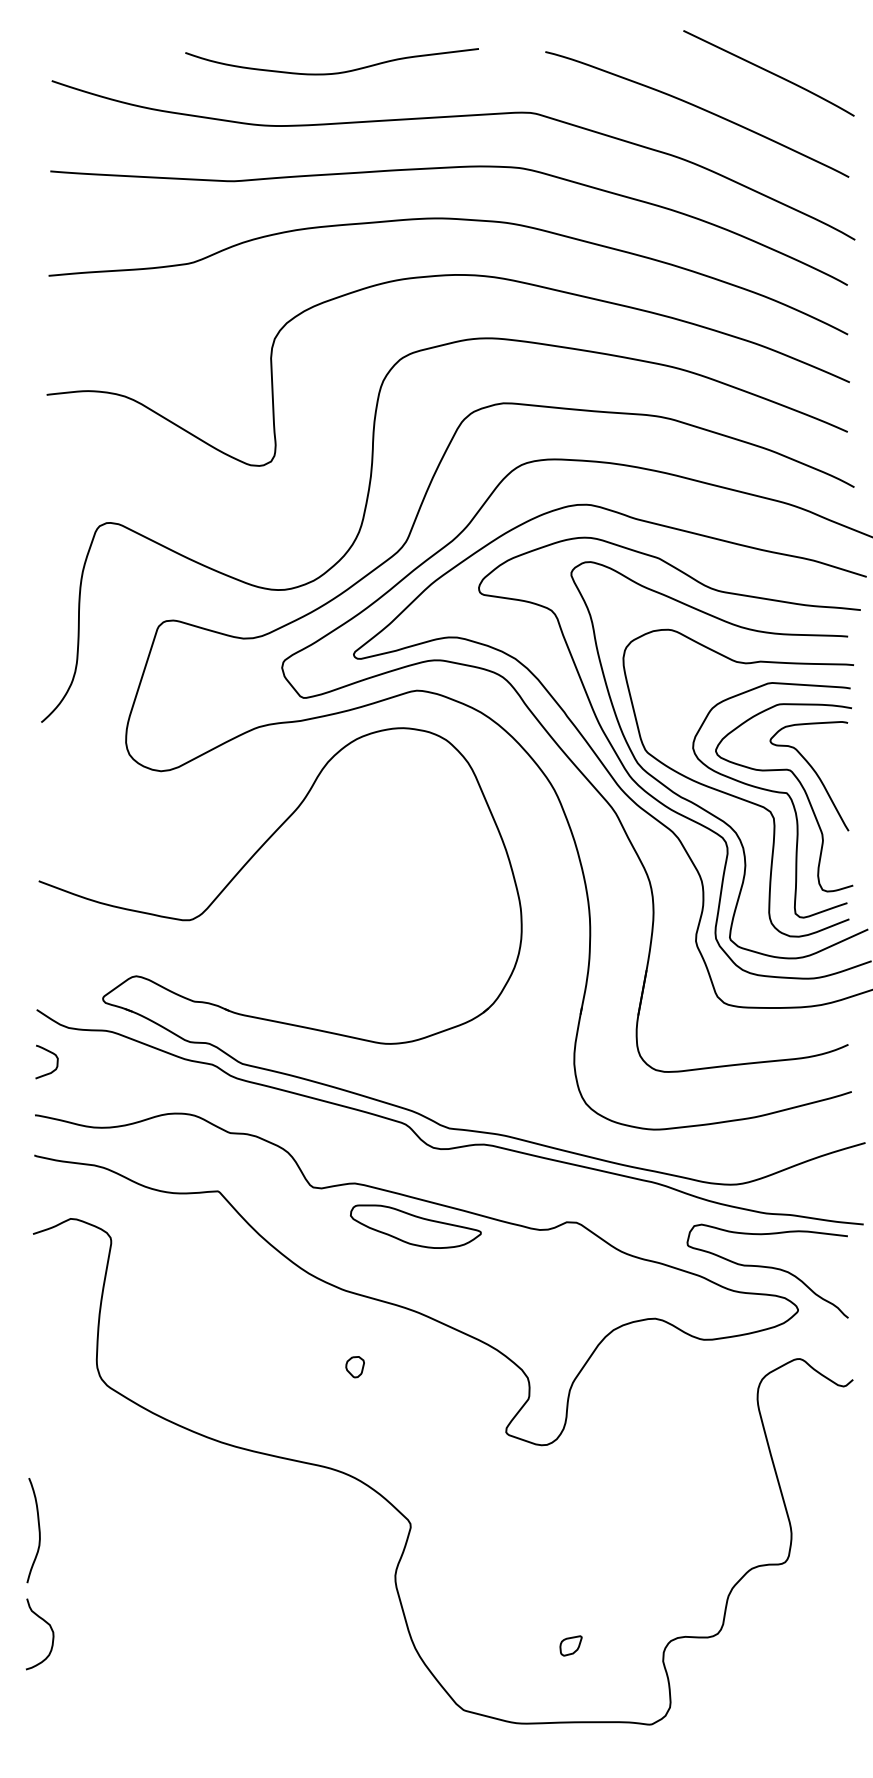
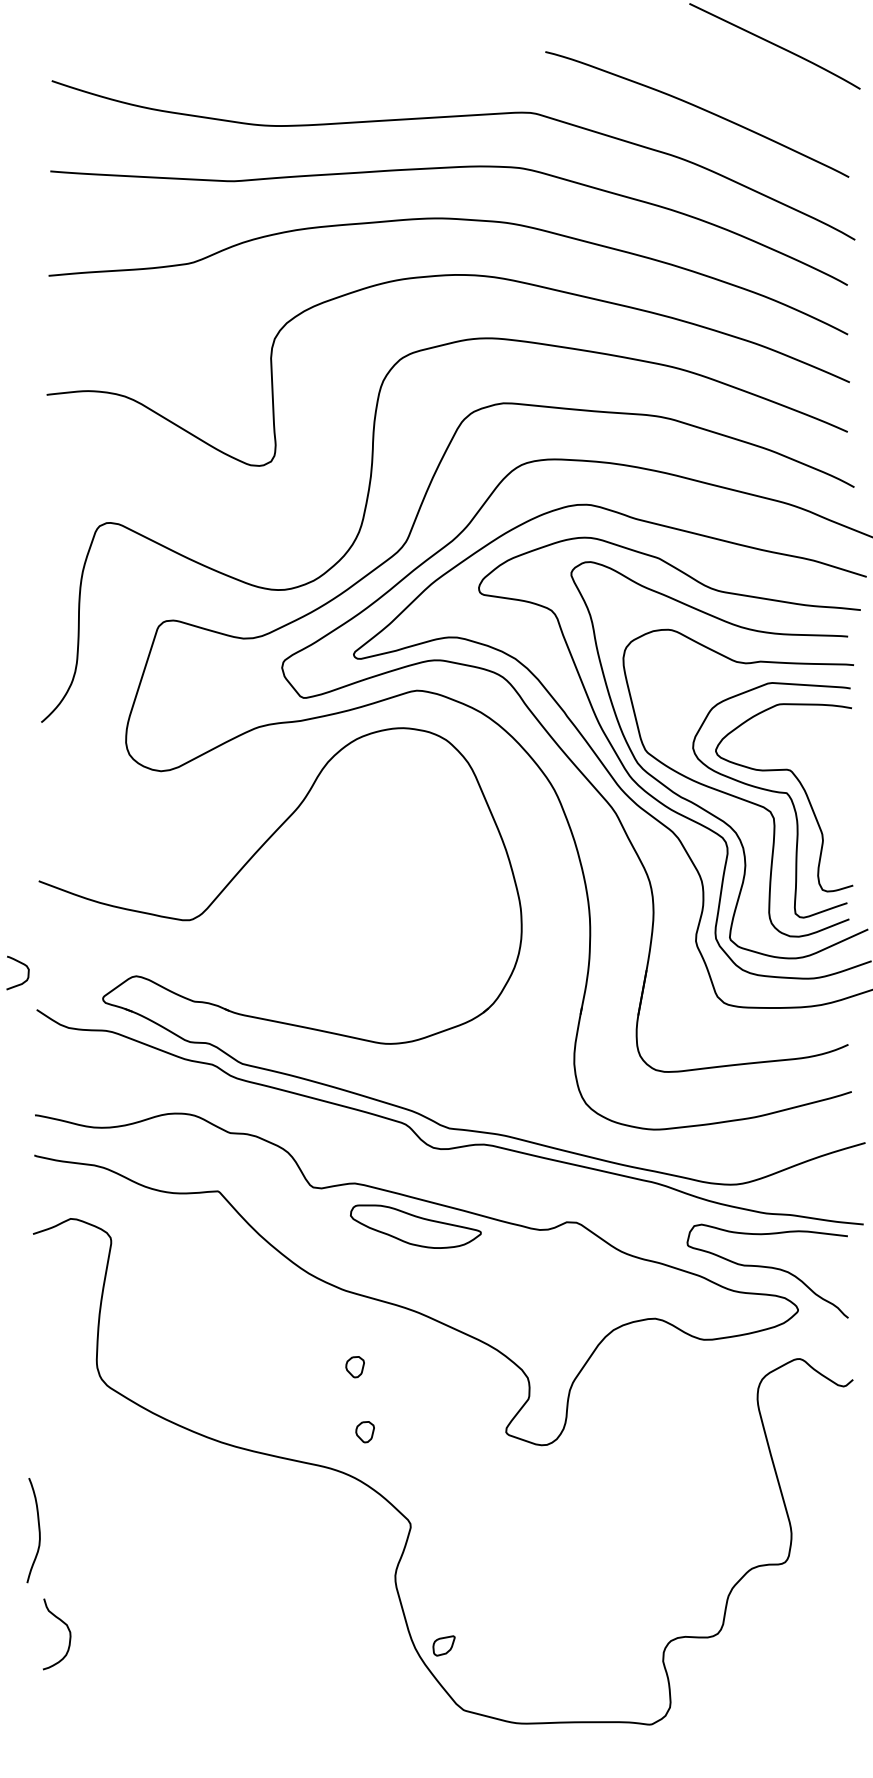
curve at (333, 72): present -> none
curve at (768, 72) position: (768, 72) -> (774, 45)
curve at (815, 774): present -> none
curve at (50, 1053) position: (50, 1053) -> (21, 964)
part at (364, 1432): none -> present
curve at (51, 1631) position: (51, 1631) -> (68, 1631)
part at (570, 1645) position: (570, 1645) -> (443, 1645)
